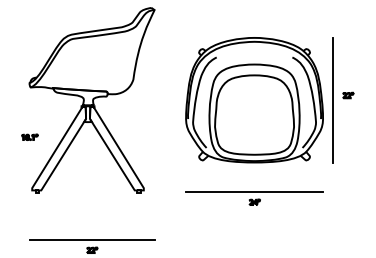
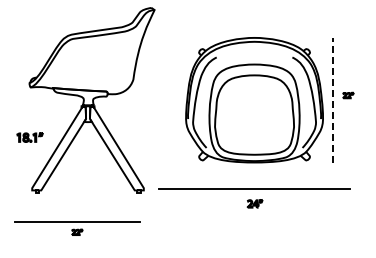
line at (333, 99): solid -> dashed
part at (29, 136) size: 18x8 px -> 28x11 px
part at (254, 198) size: 139x15 px -> 193x21 px
part at (92, 246) position: (92, 246) -> (77, 228)
